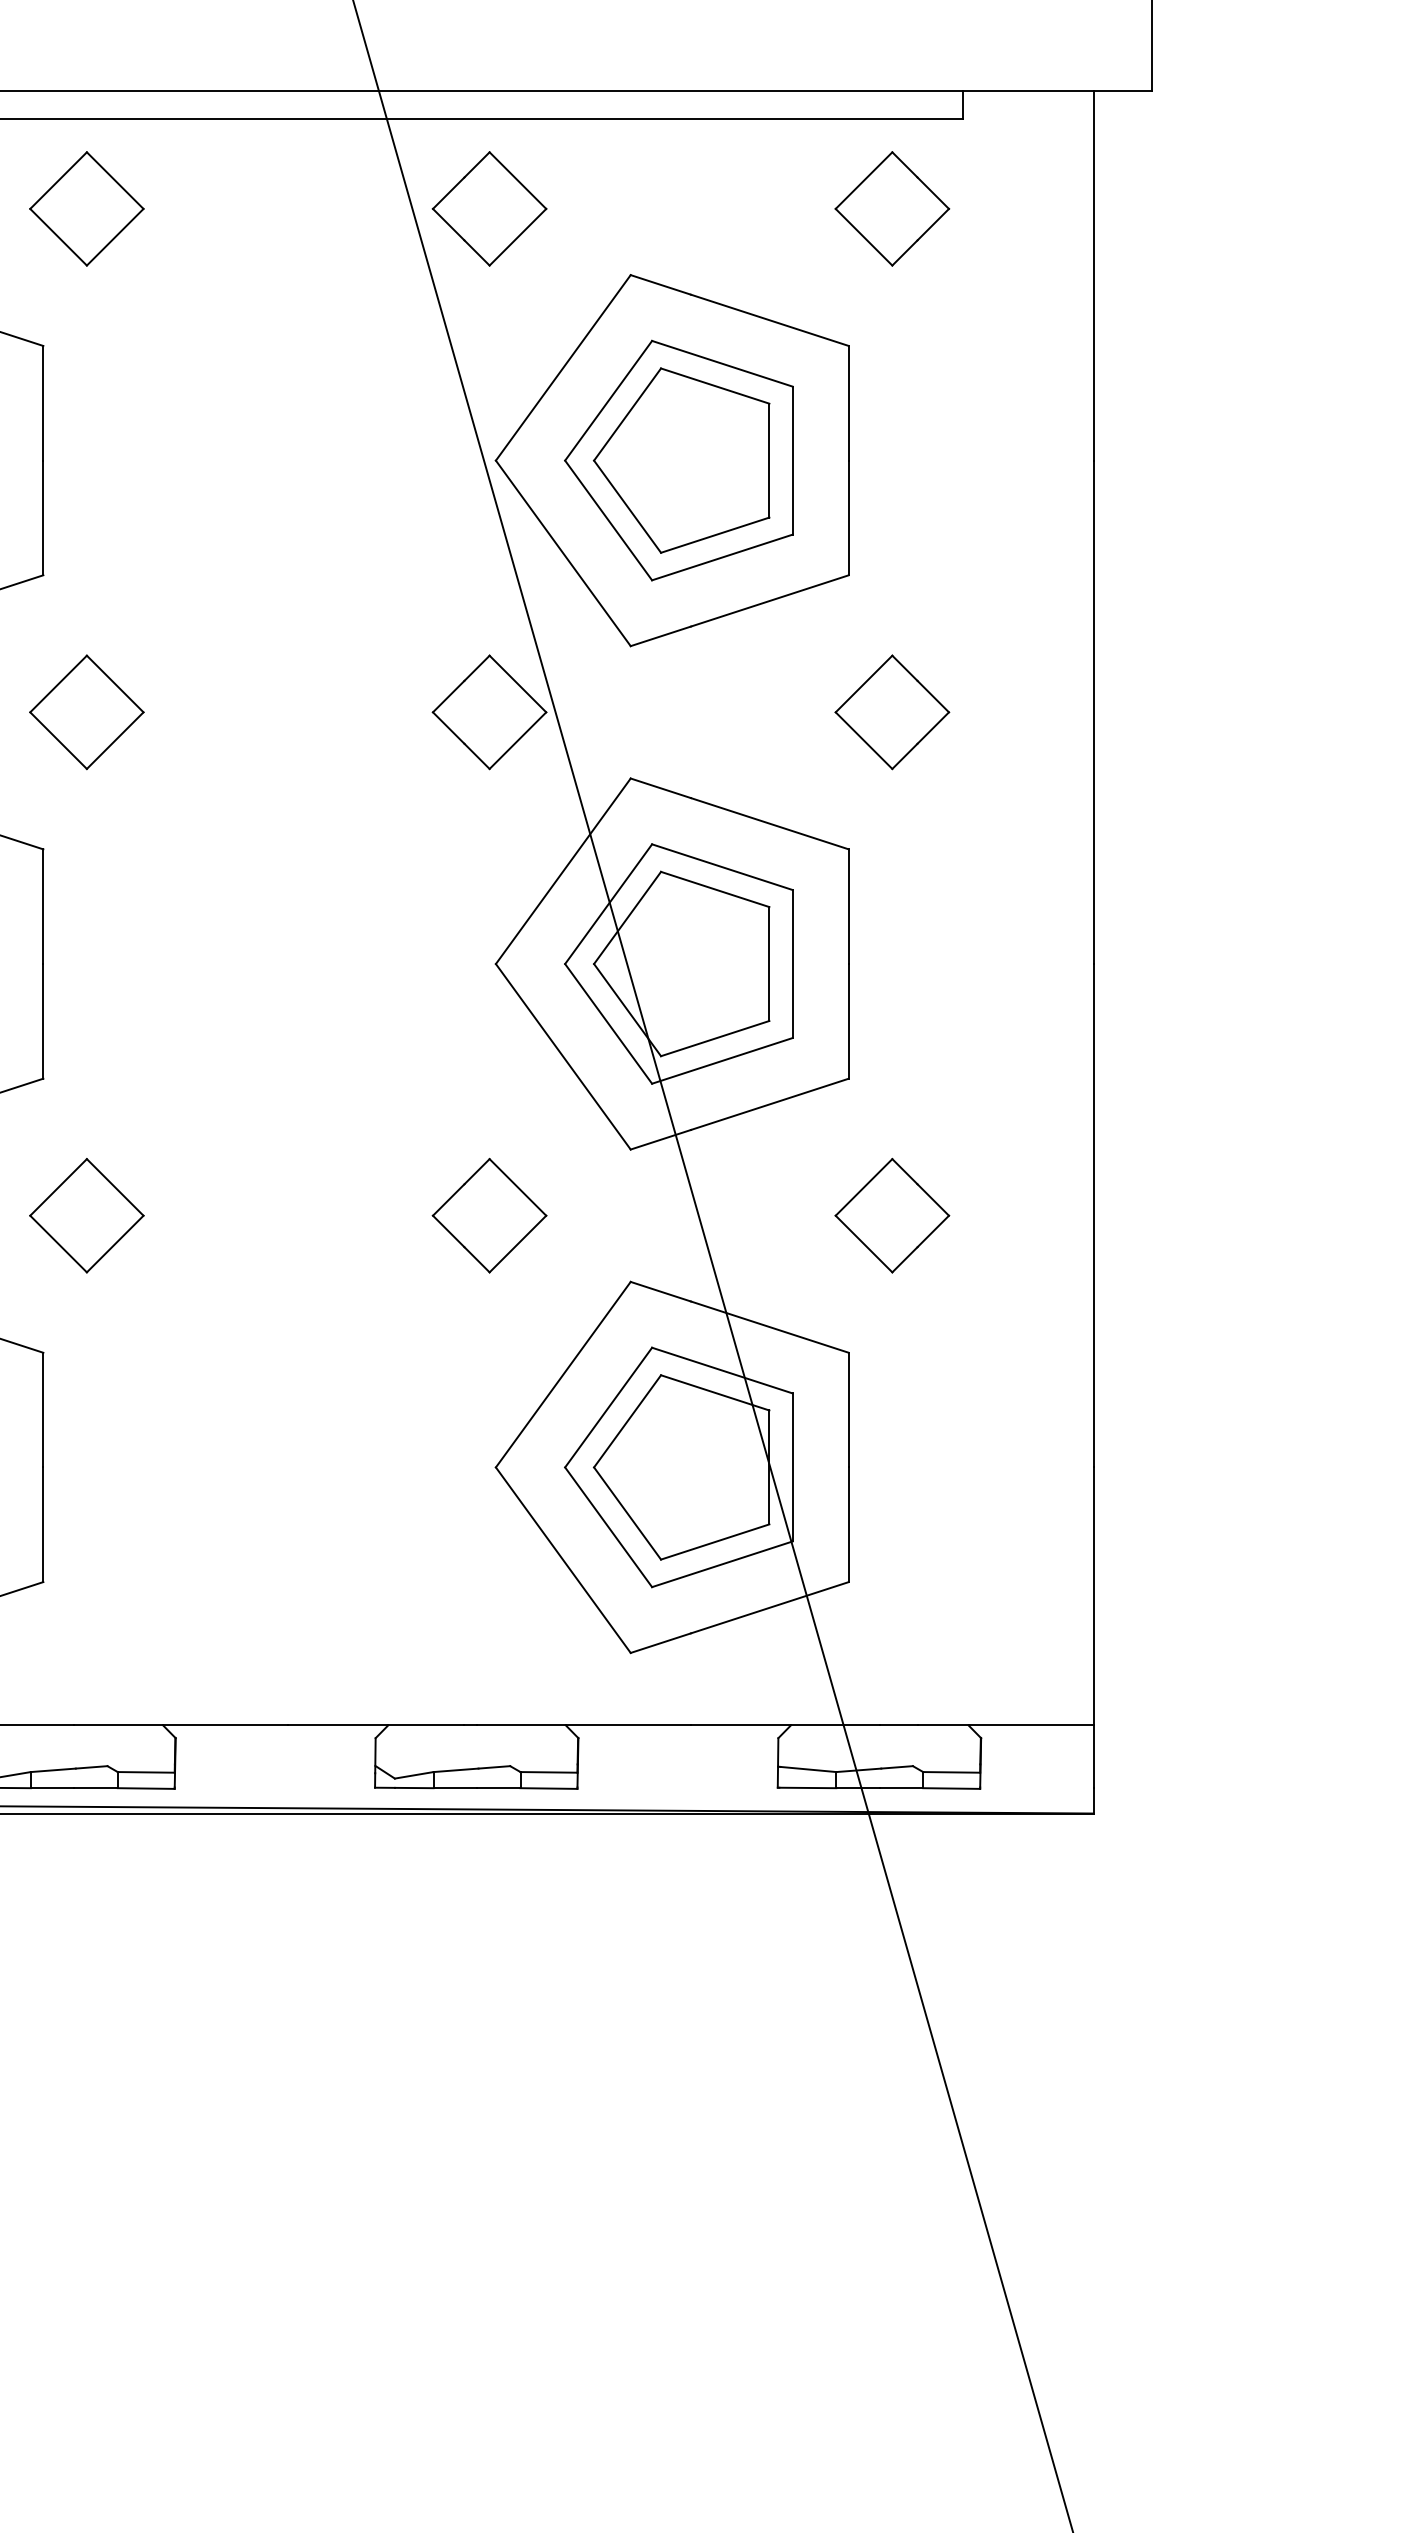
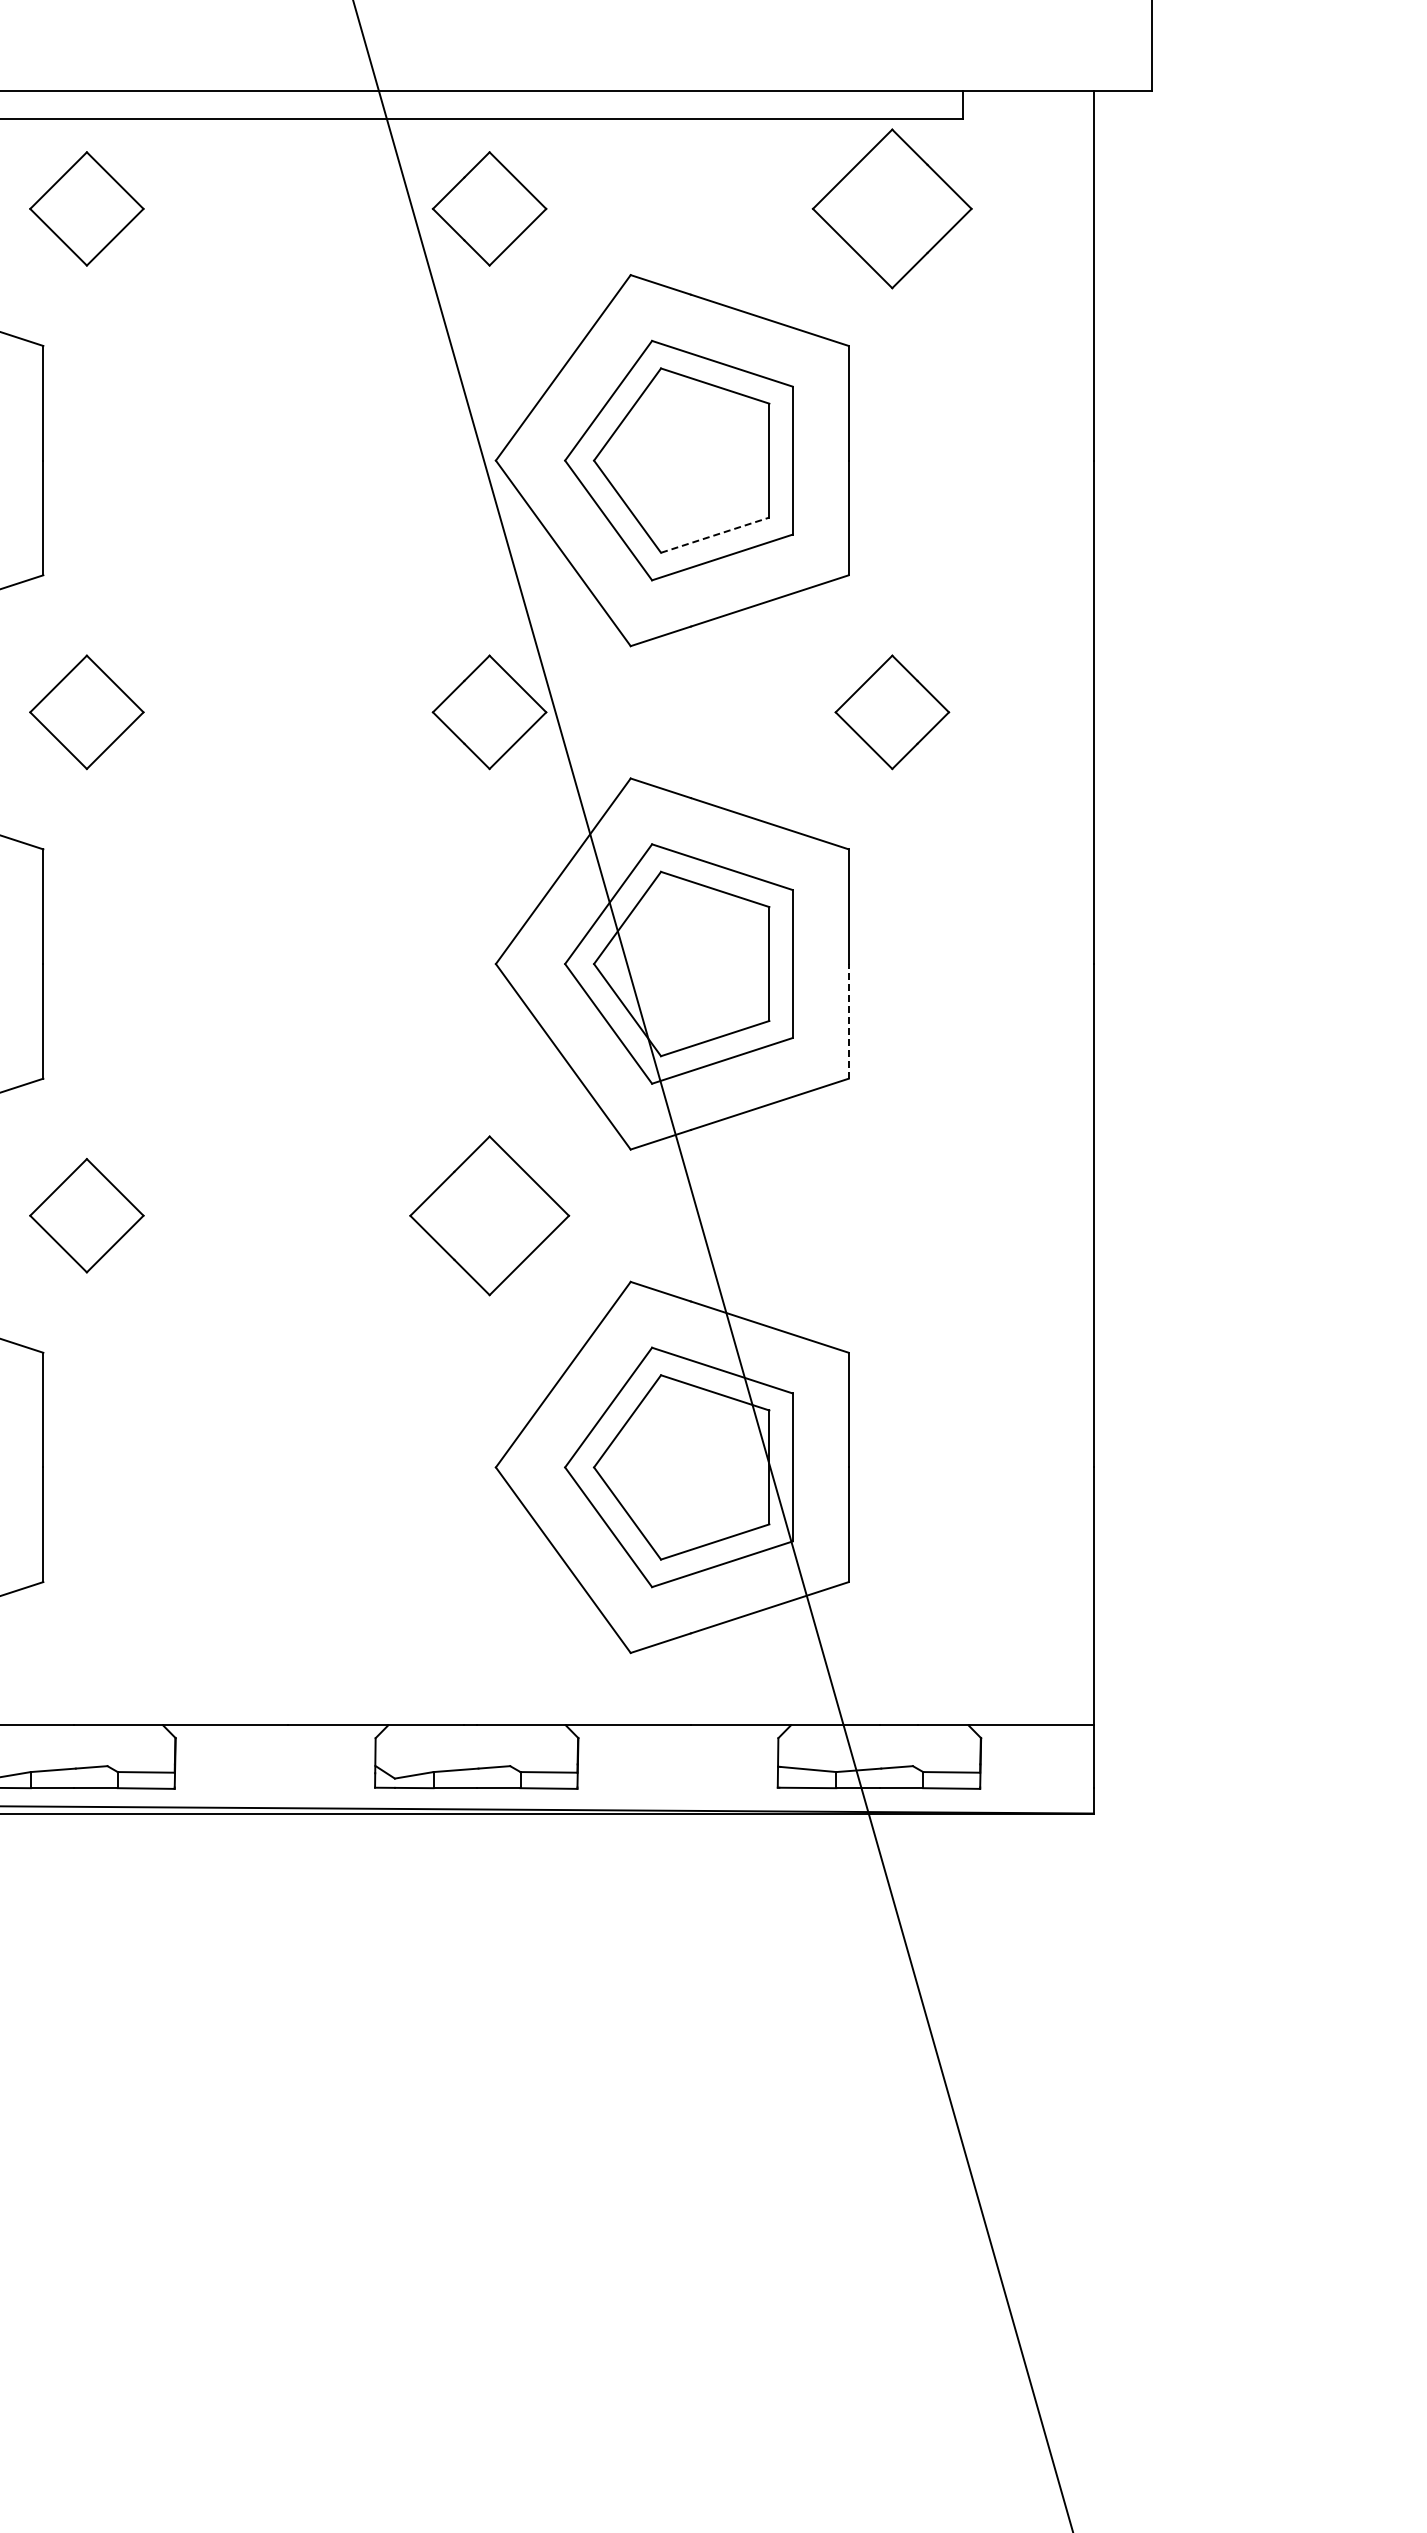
part at (892, 208) size: 117x116 px -> 162x162 px
line at (715, 535): solid -> dashed
line at (848, 1020): solid -> dashed
part at (489, 1215) size: 117x117 px -> 162x162 px
part at (892, 1215): present -> none
